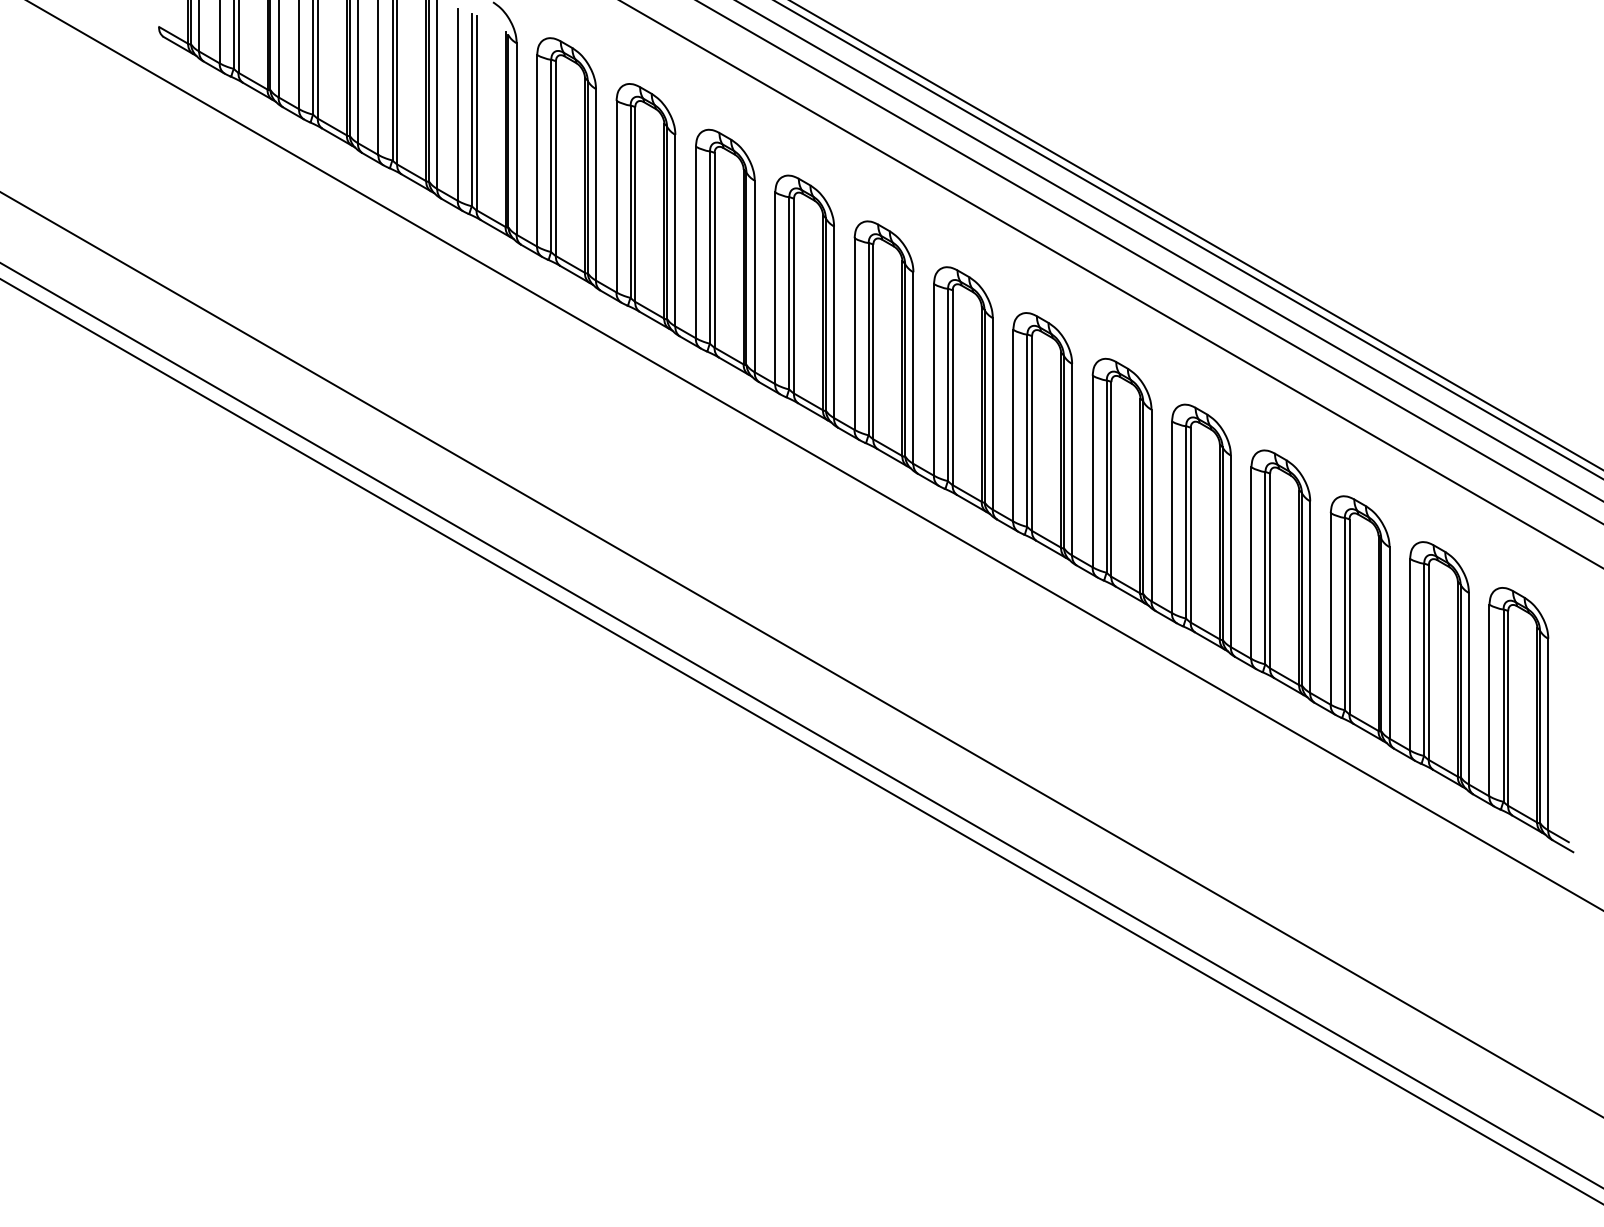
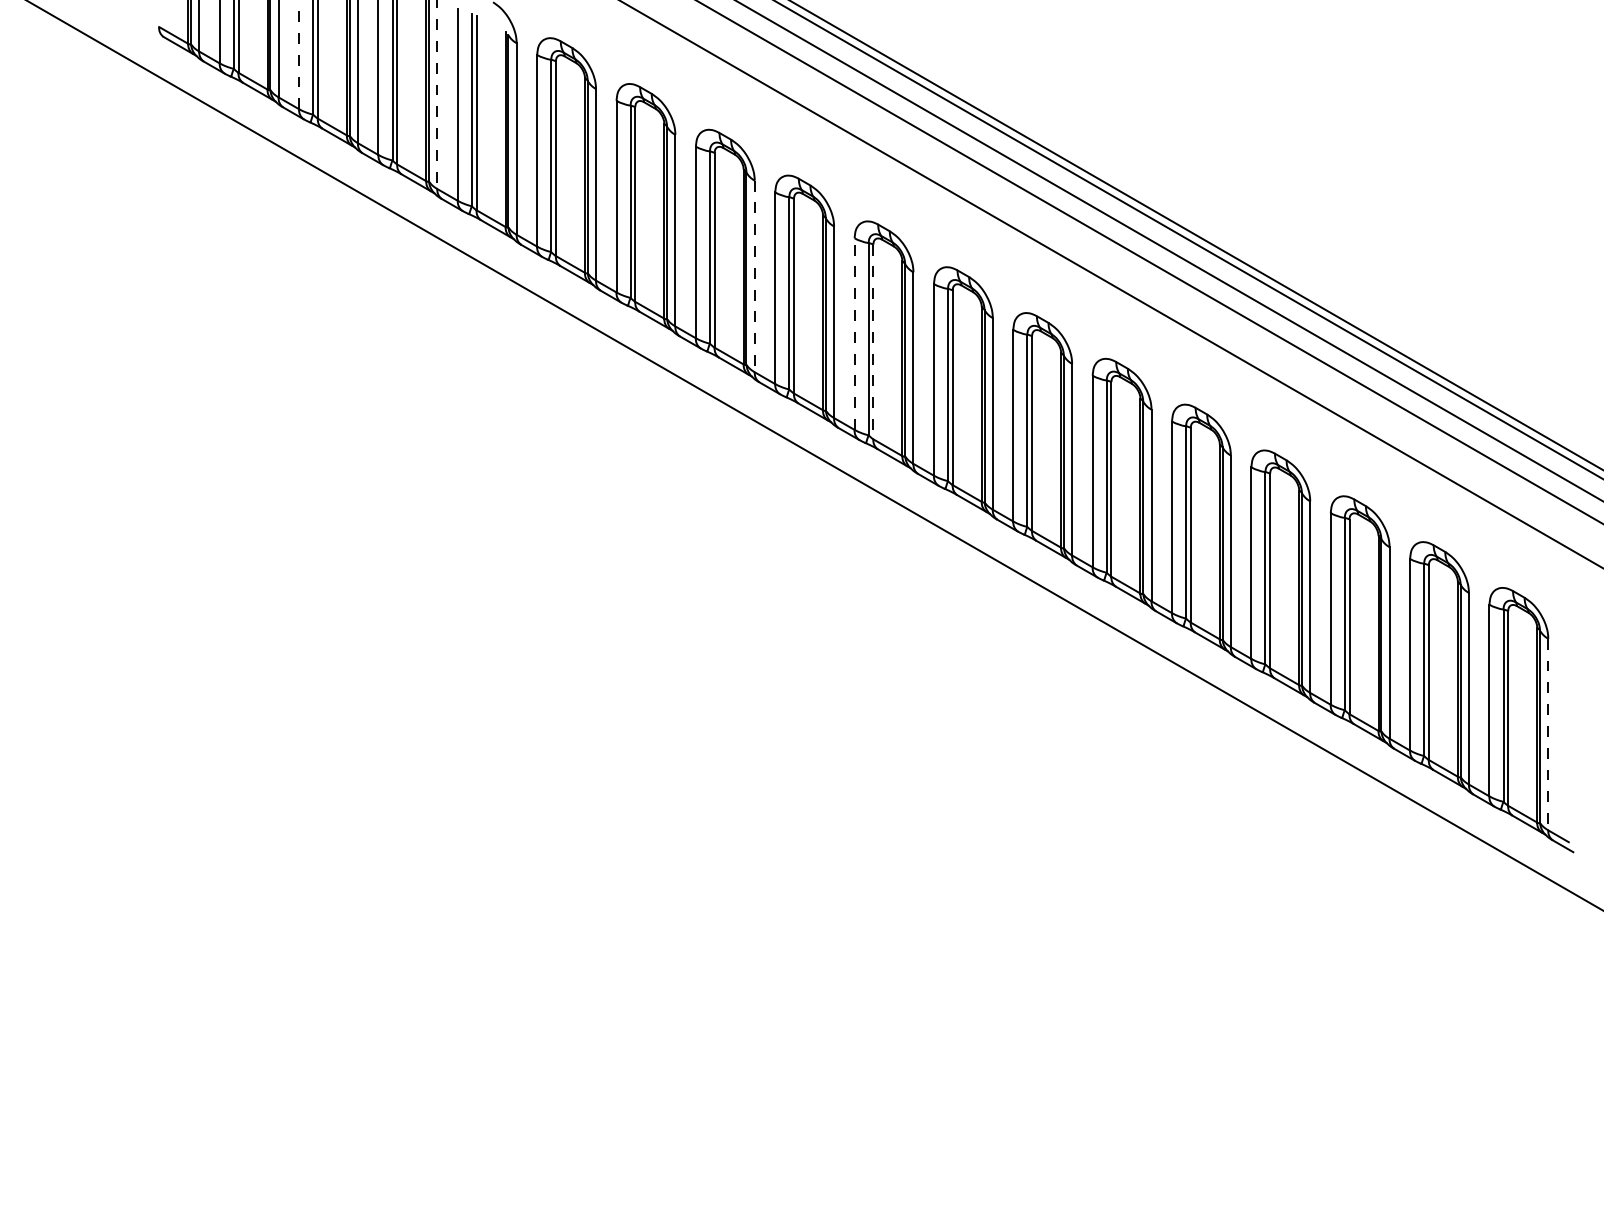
line at (299, 54): solid -> dashed
line at (437, 95): solid -> dashed
line at (754, 276): solid -> dashed
line at (854, 334): solid -> dashed
line at (873, 342): solid -> dashed
line at (801, 654): present -> none
line at (801, 724): present -> none
line at (1548, 734): solid -> dashed
line at (801, 741): present -> none
